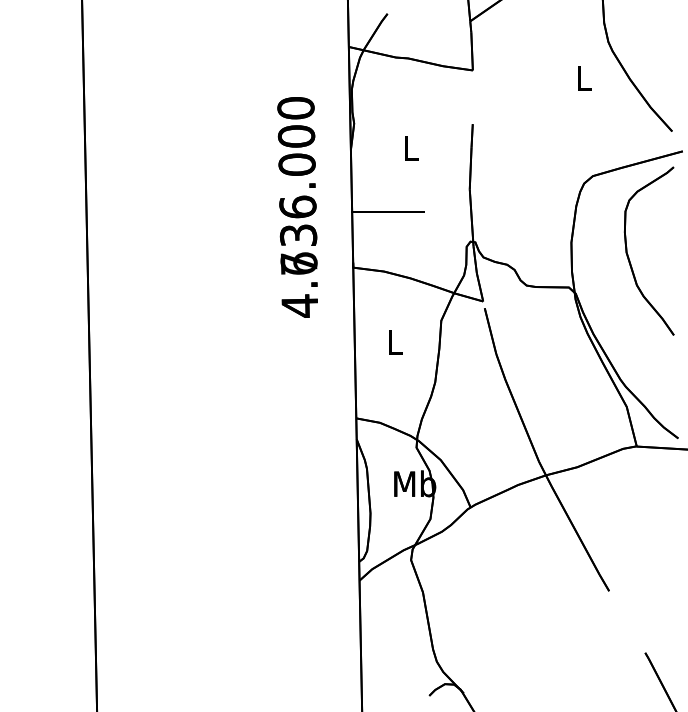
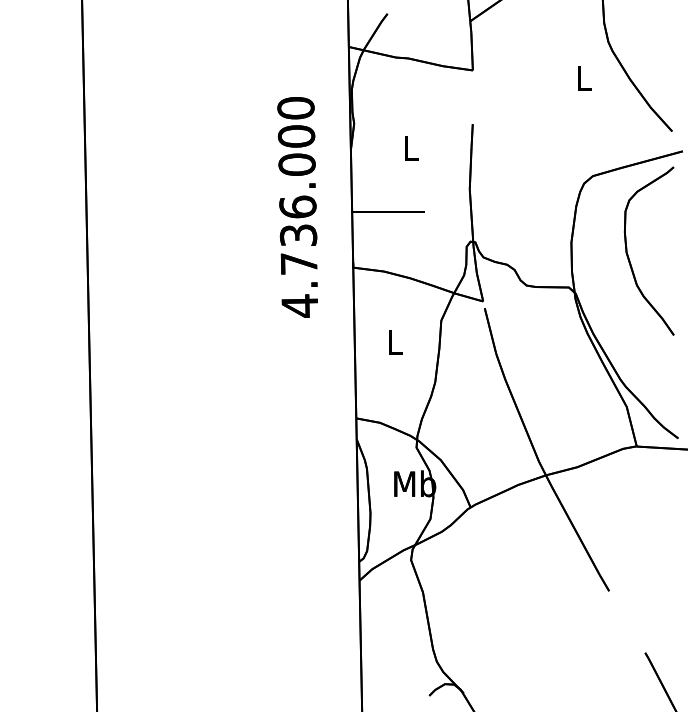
text at (298, 263): 4.636.000 -> 4.736.000
